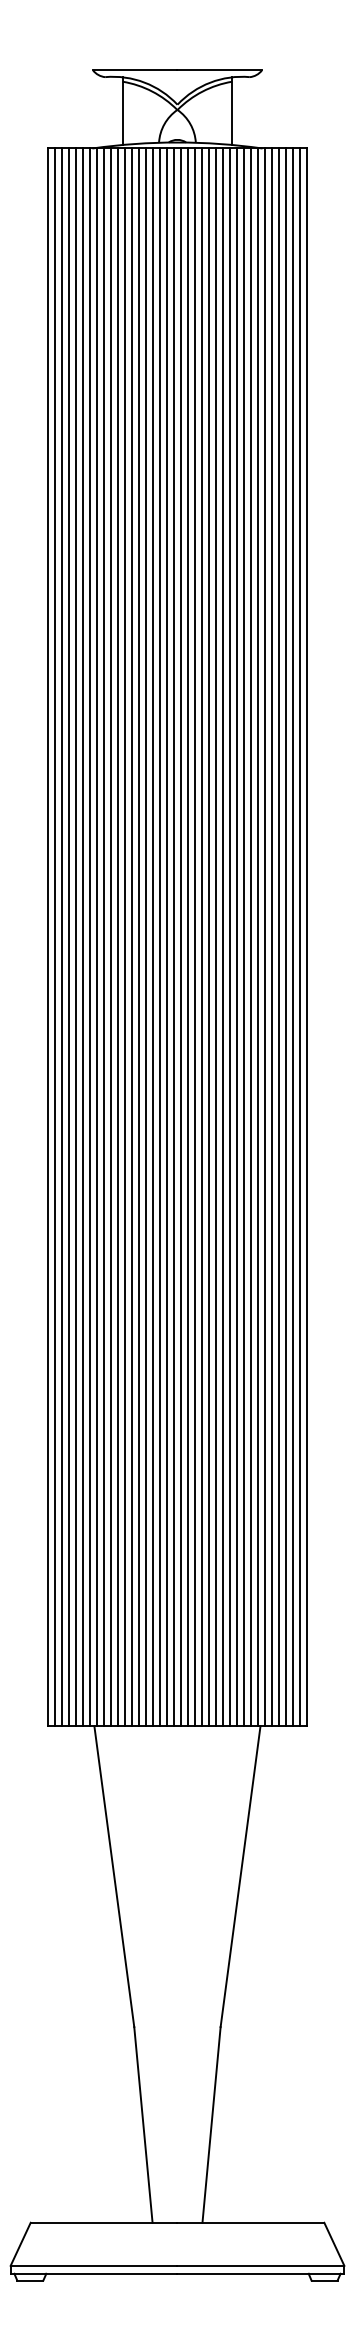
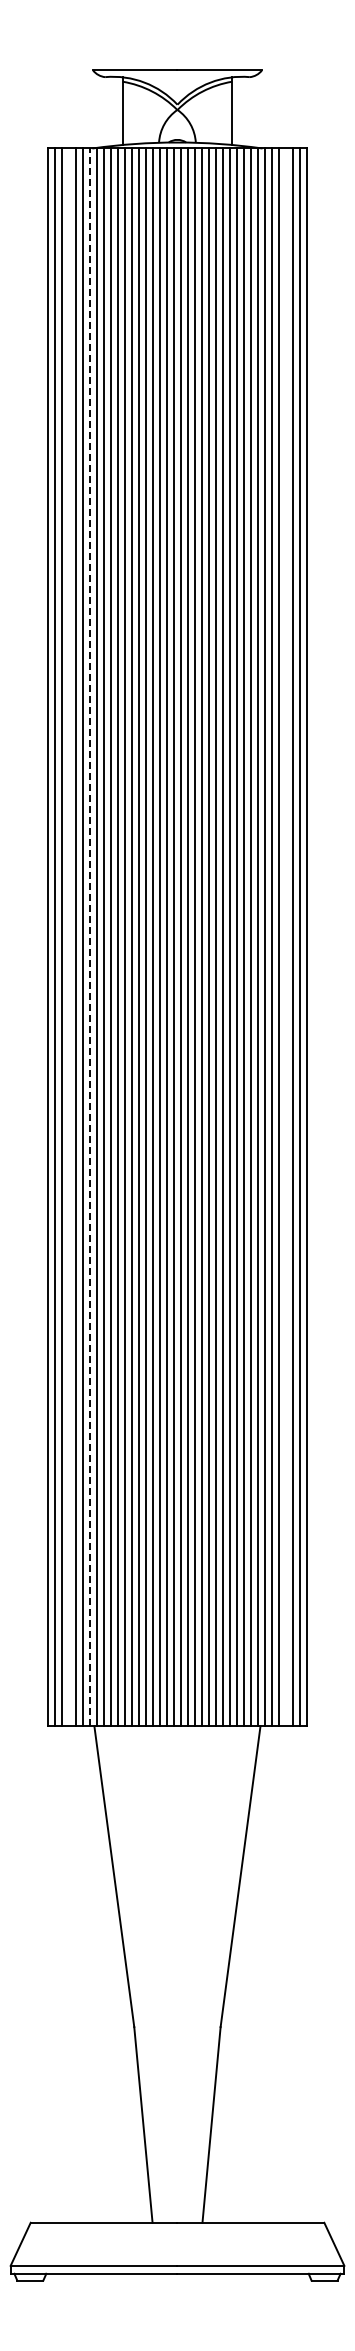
line at (68, 937): present -> none
line at (89, 937): solid -> dashed
line at (286, 937): present -> none
